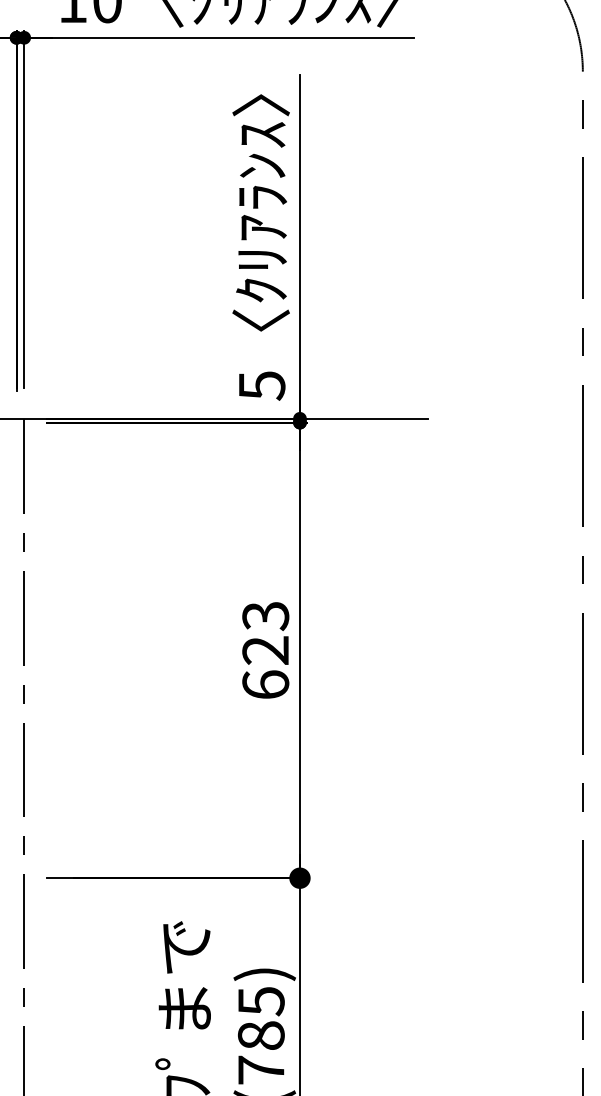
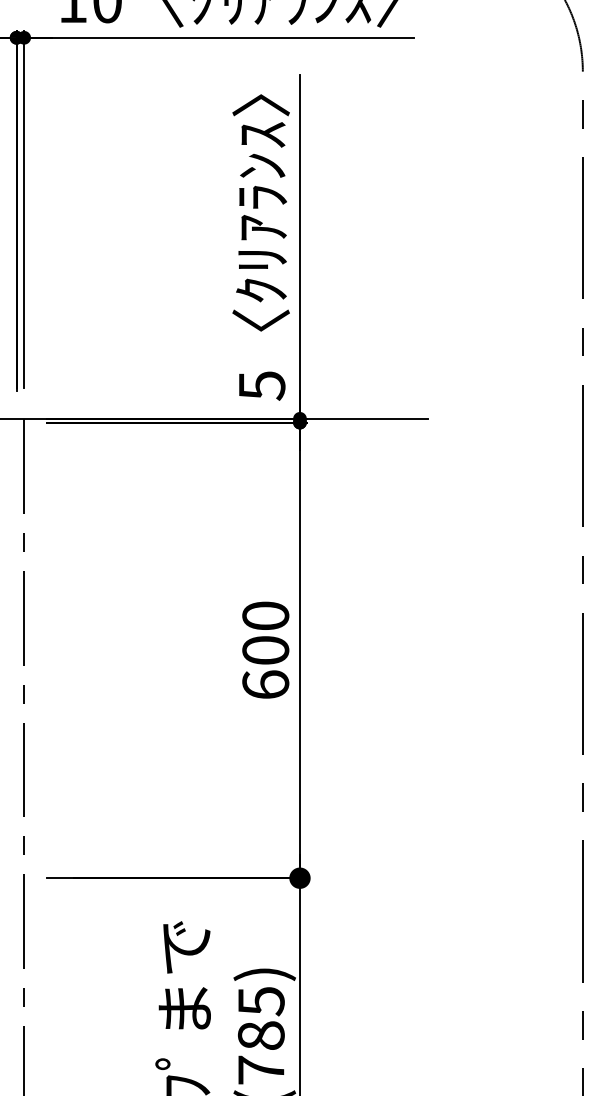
text at (265, 632): 623 -> 600
